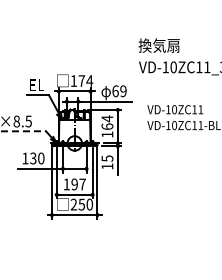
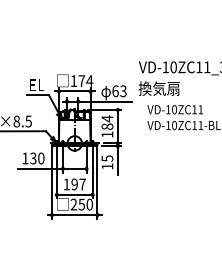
text at (158, 45) position: (158, 45) -> (158, 88)
text at (123, 91): 69 -> 63
text at (107, 126): 164 -> 184
line at (23, 131): dashed -> solid
